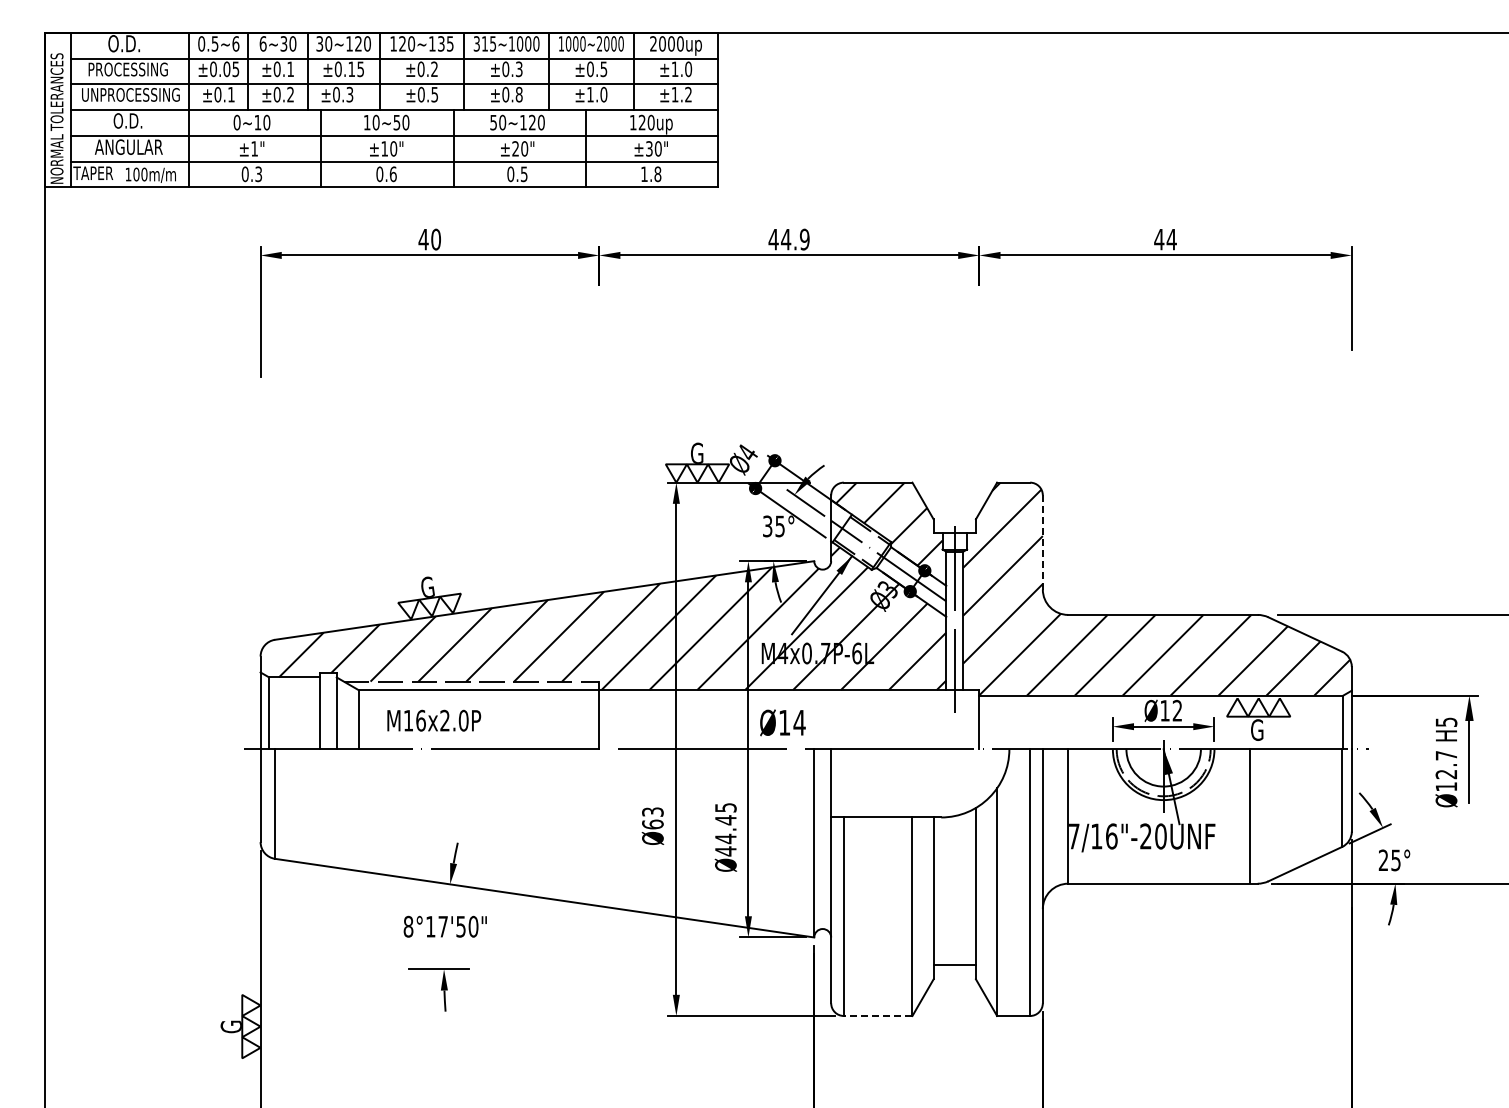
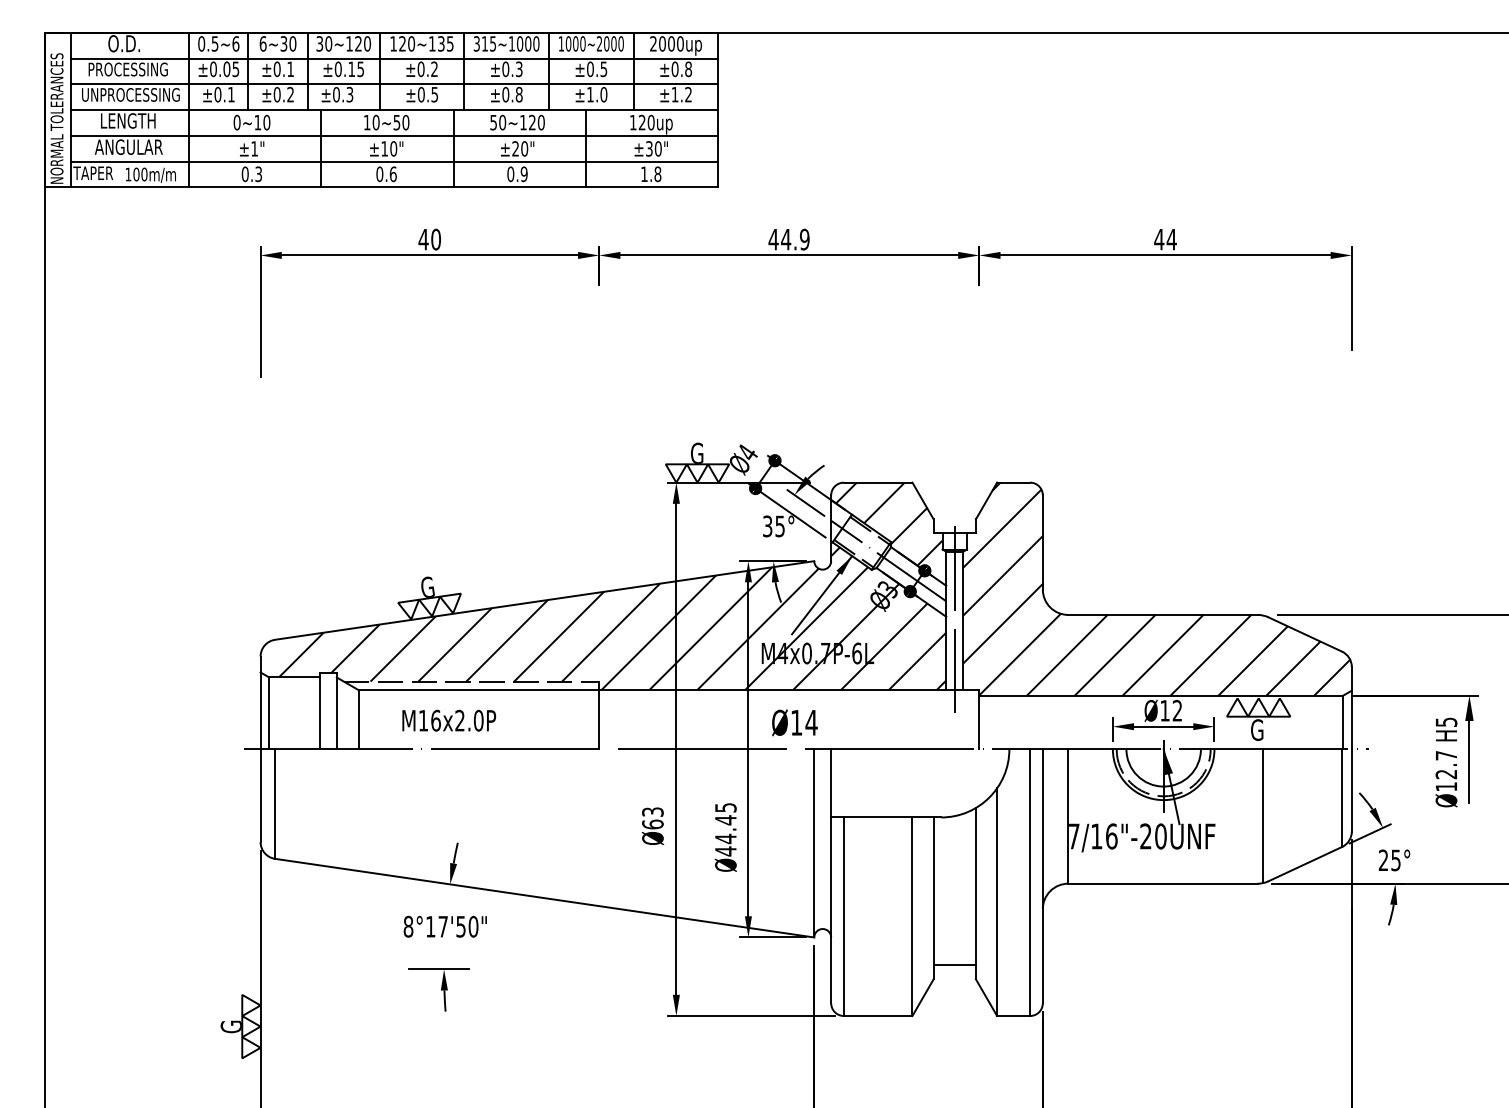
text at (681, 69): ±1.0 -> ±0.8
text at (128, 120): O.D. -> LENGTH
text at (523, 173): 0.5 -> 0.9
line at (1042, 541): dashed -> solid
text at (434, 720) position: (434, 720) -> (449, 720)
text at (782, 722) position: (782, 722) -> (794, 722)
line at (1250, 816) position: (1250, 816) -> (1263, 816)
line at (877, 1015): dashed -> solid
